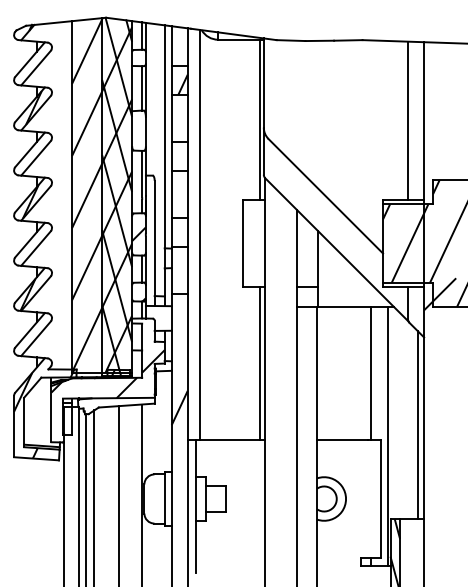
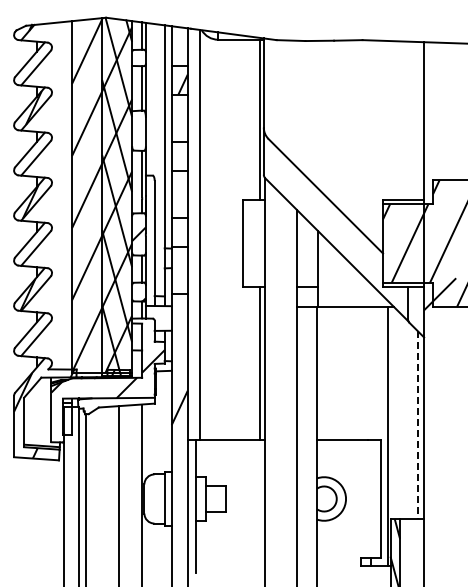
line at (407, 120): present -> none
line at (371, 373): present -> none
line at (417, 425): solid -> dashed
line at (94, 496): present -> none
